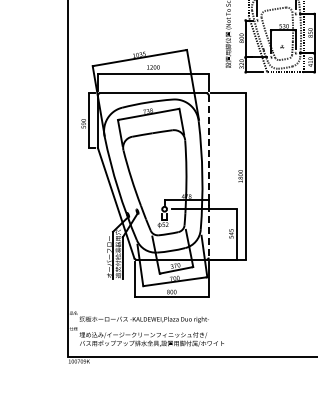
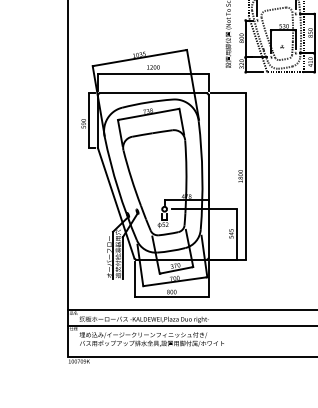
line at (208, 177): dashed -> solid
line at (191, 310): none -> present
line at (191, 325): none -> present
